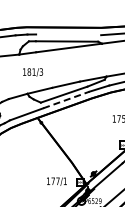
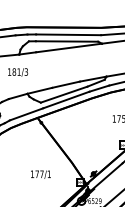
line at (68, 34): none -> present
text at (33, 72) position: (33, 72) -> (18, 72)
line at (66, 100): dashed -> solid
text at (56, 181) position: (56, 181) -> (40, 174)
